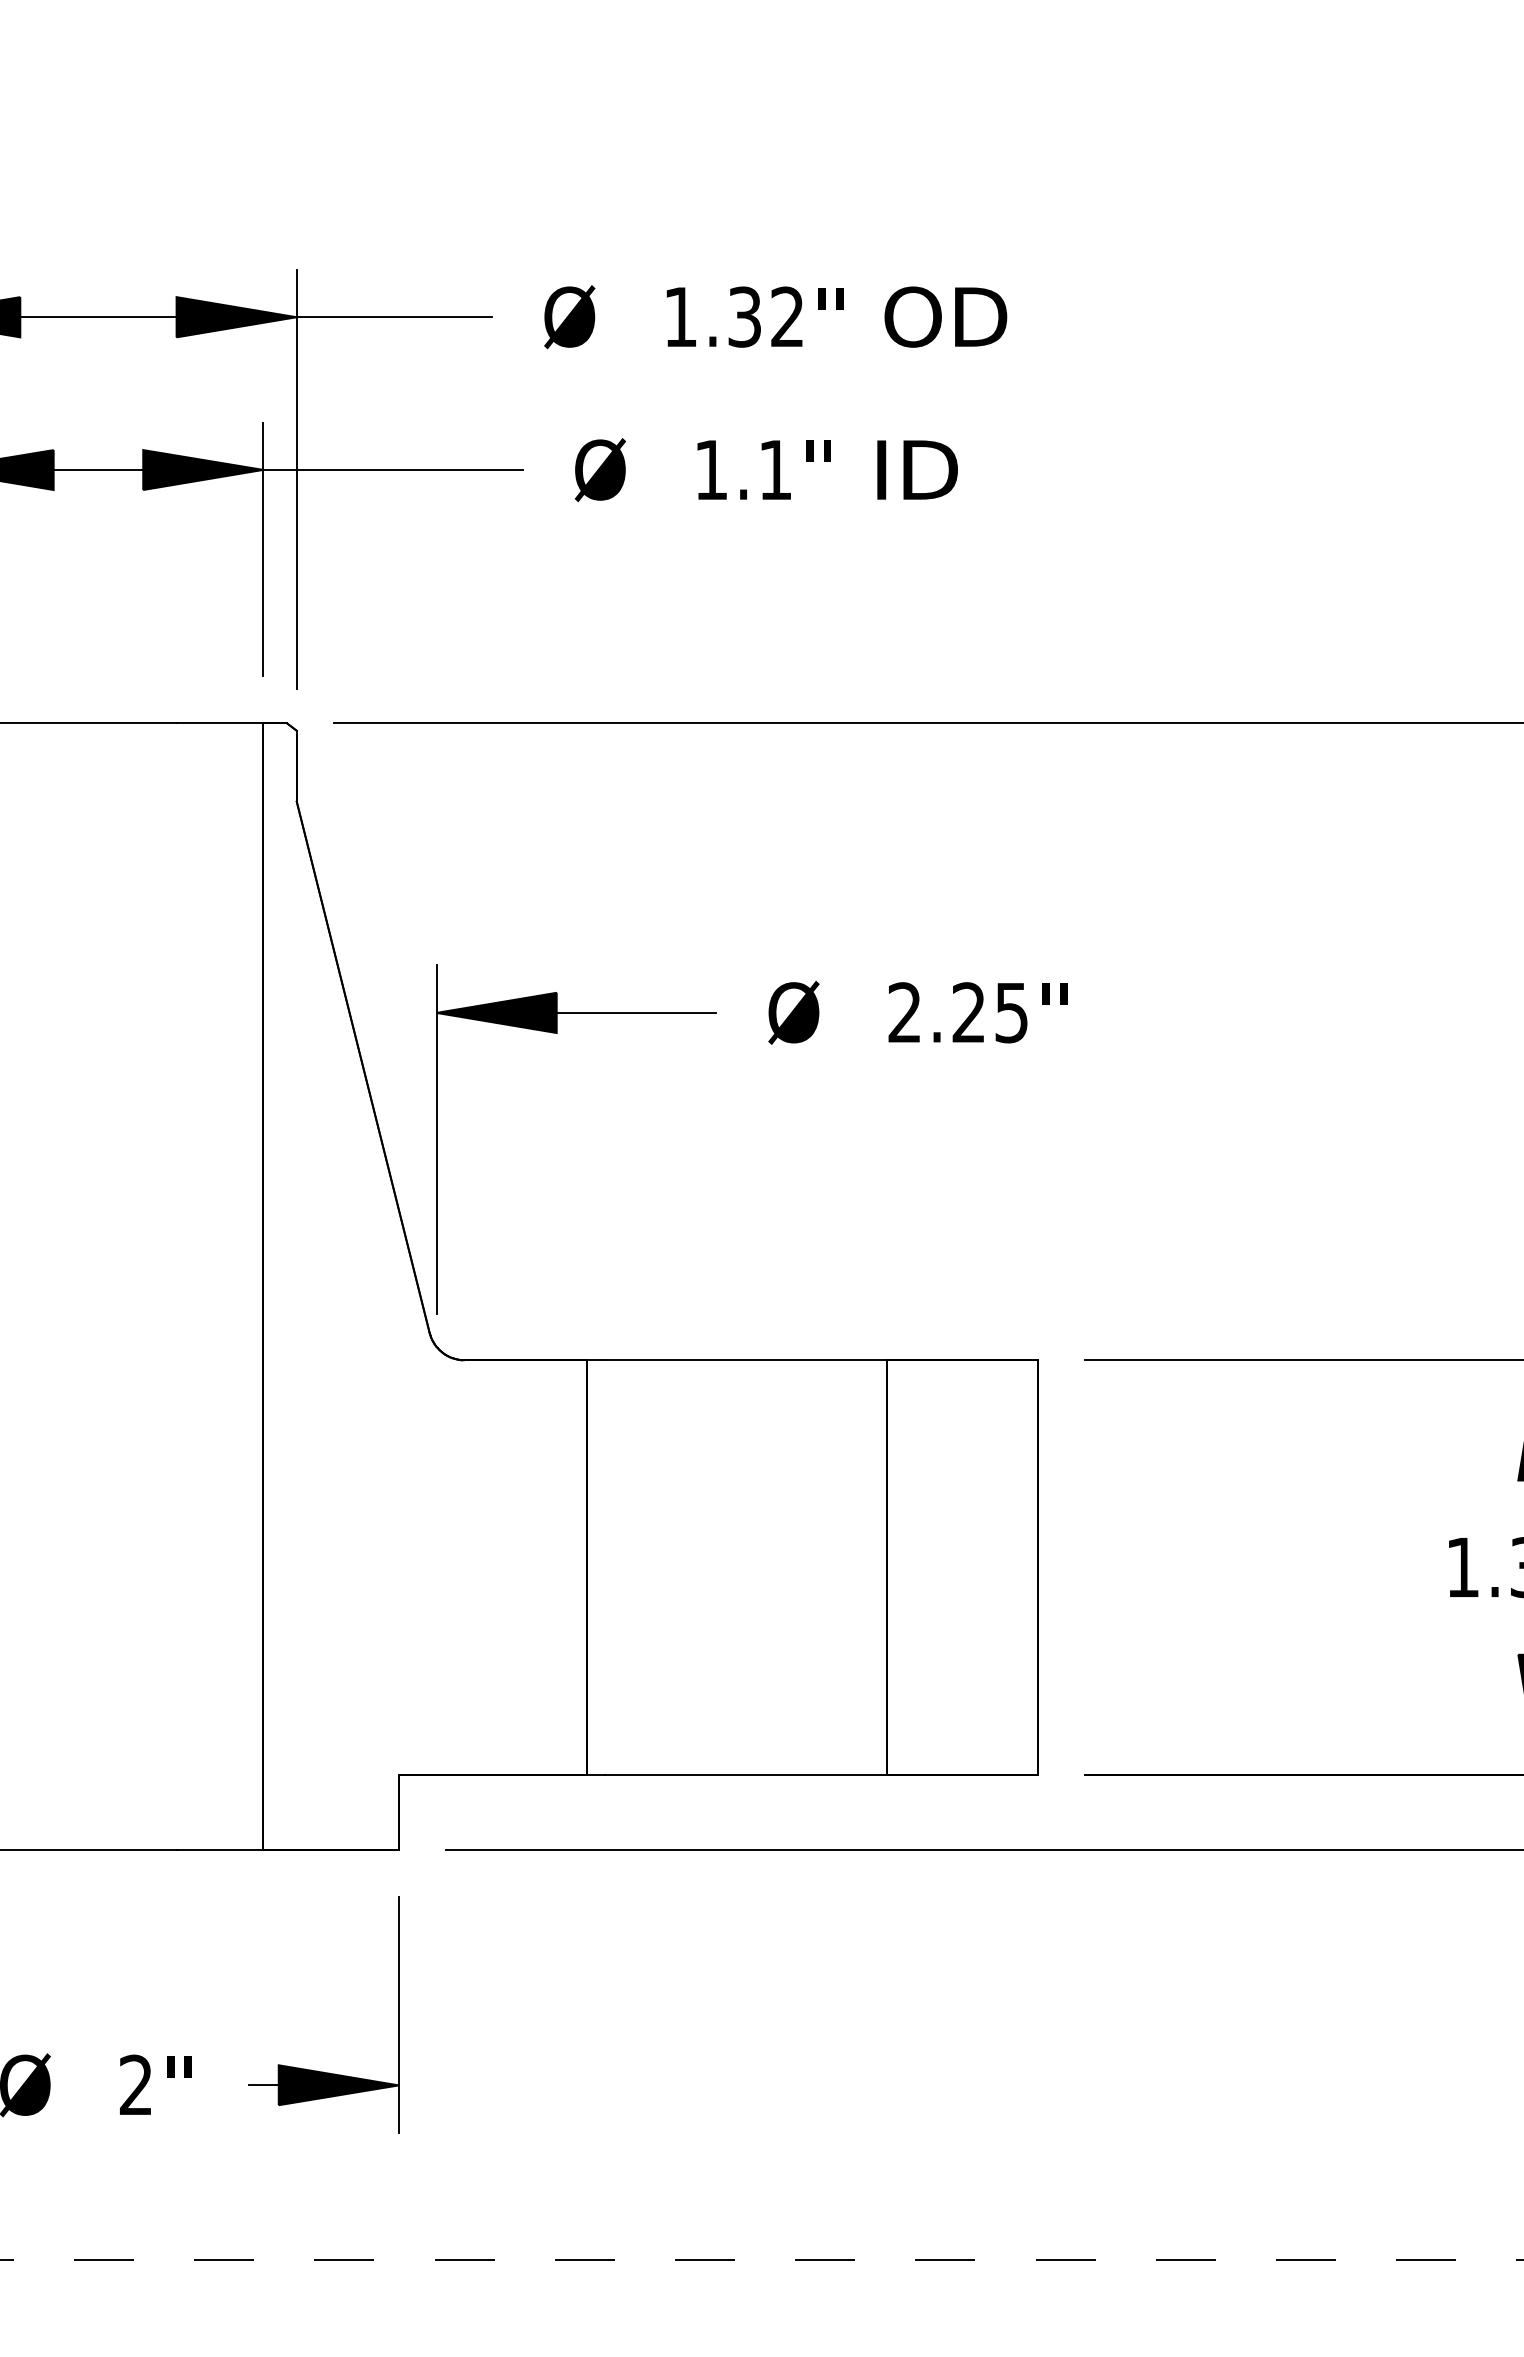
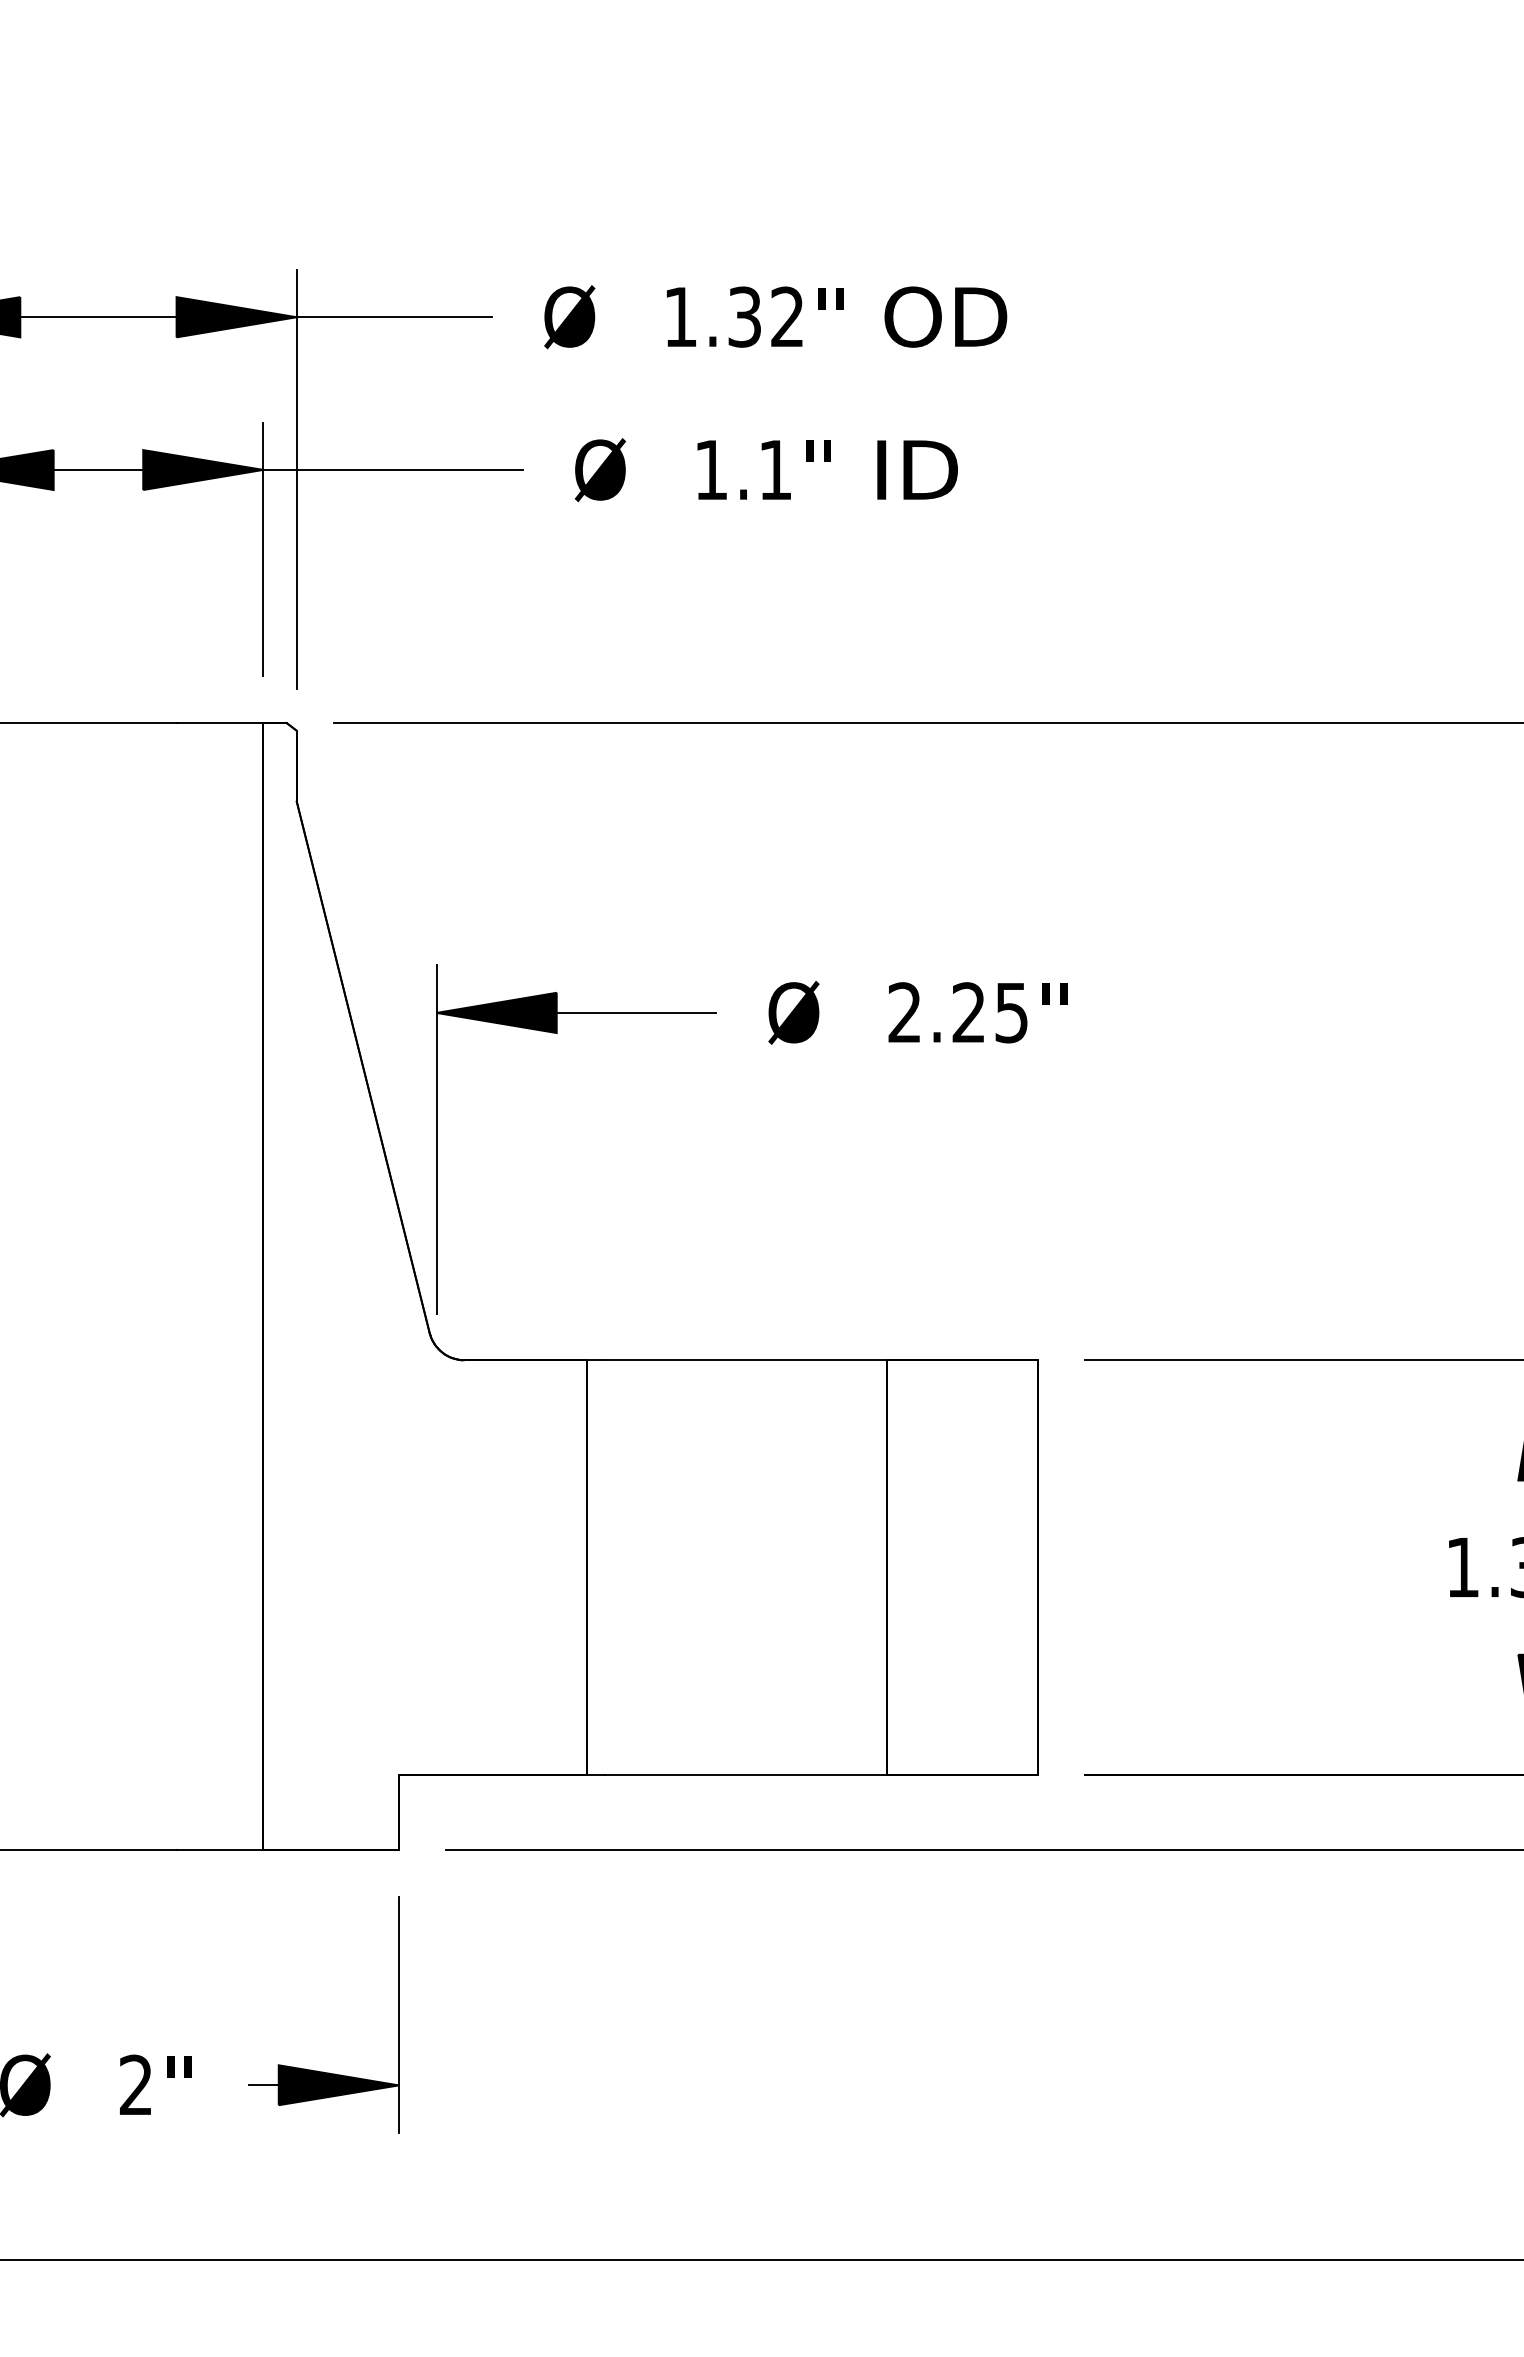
line at (761, 2260): dashed -> solid
